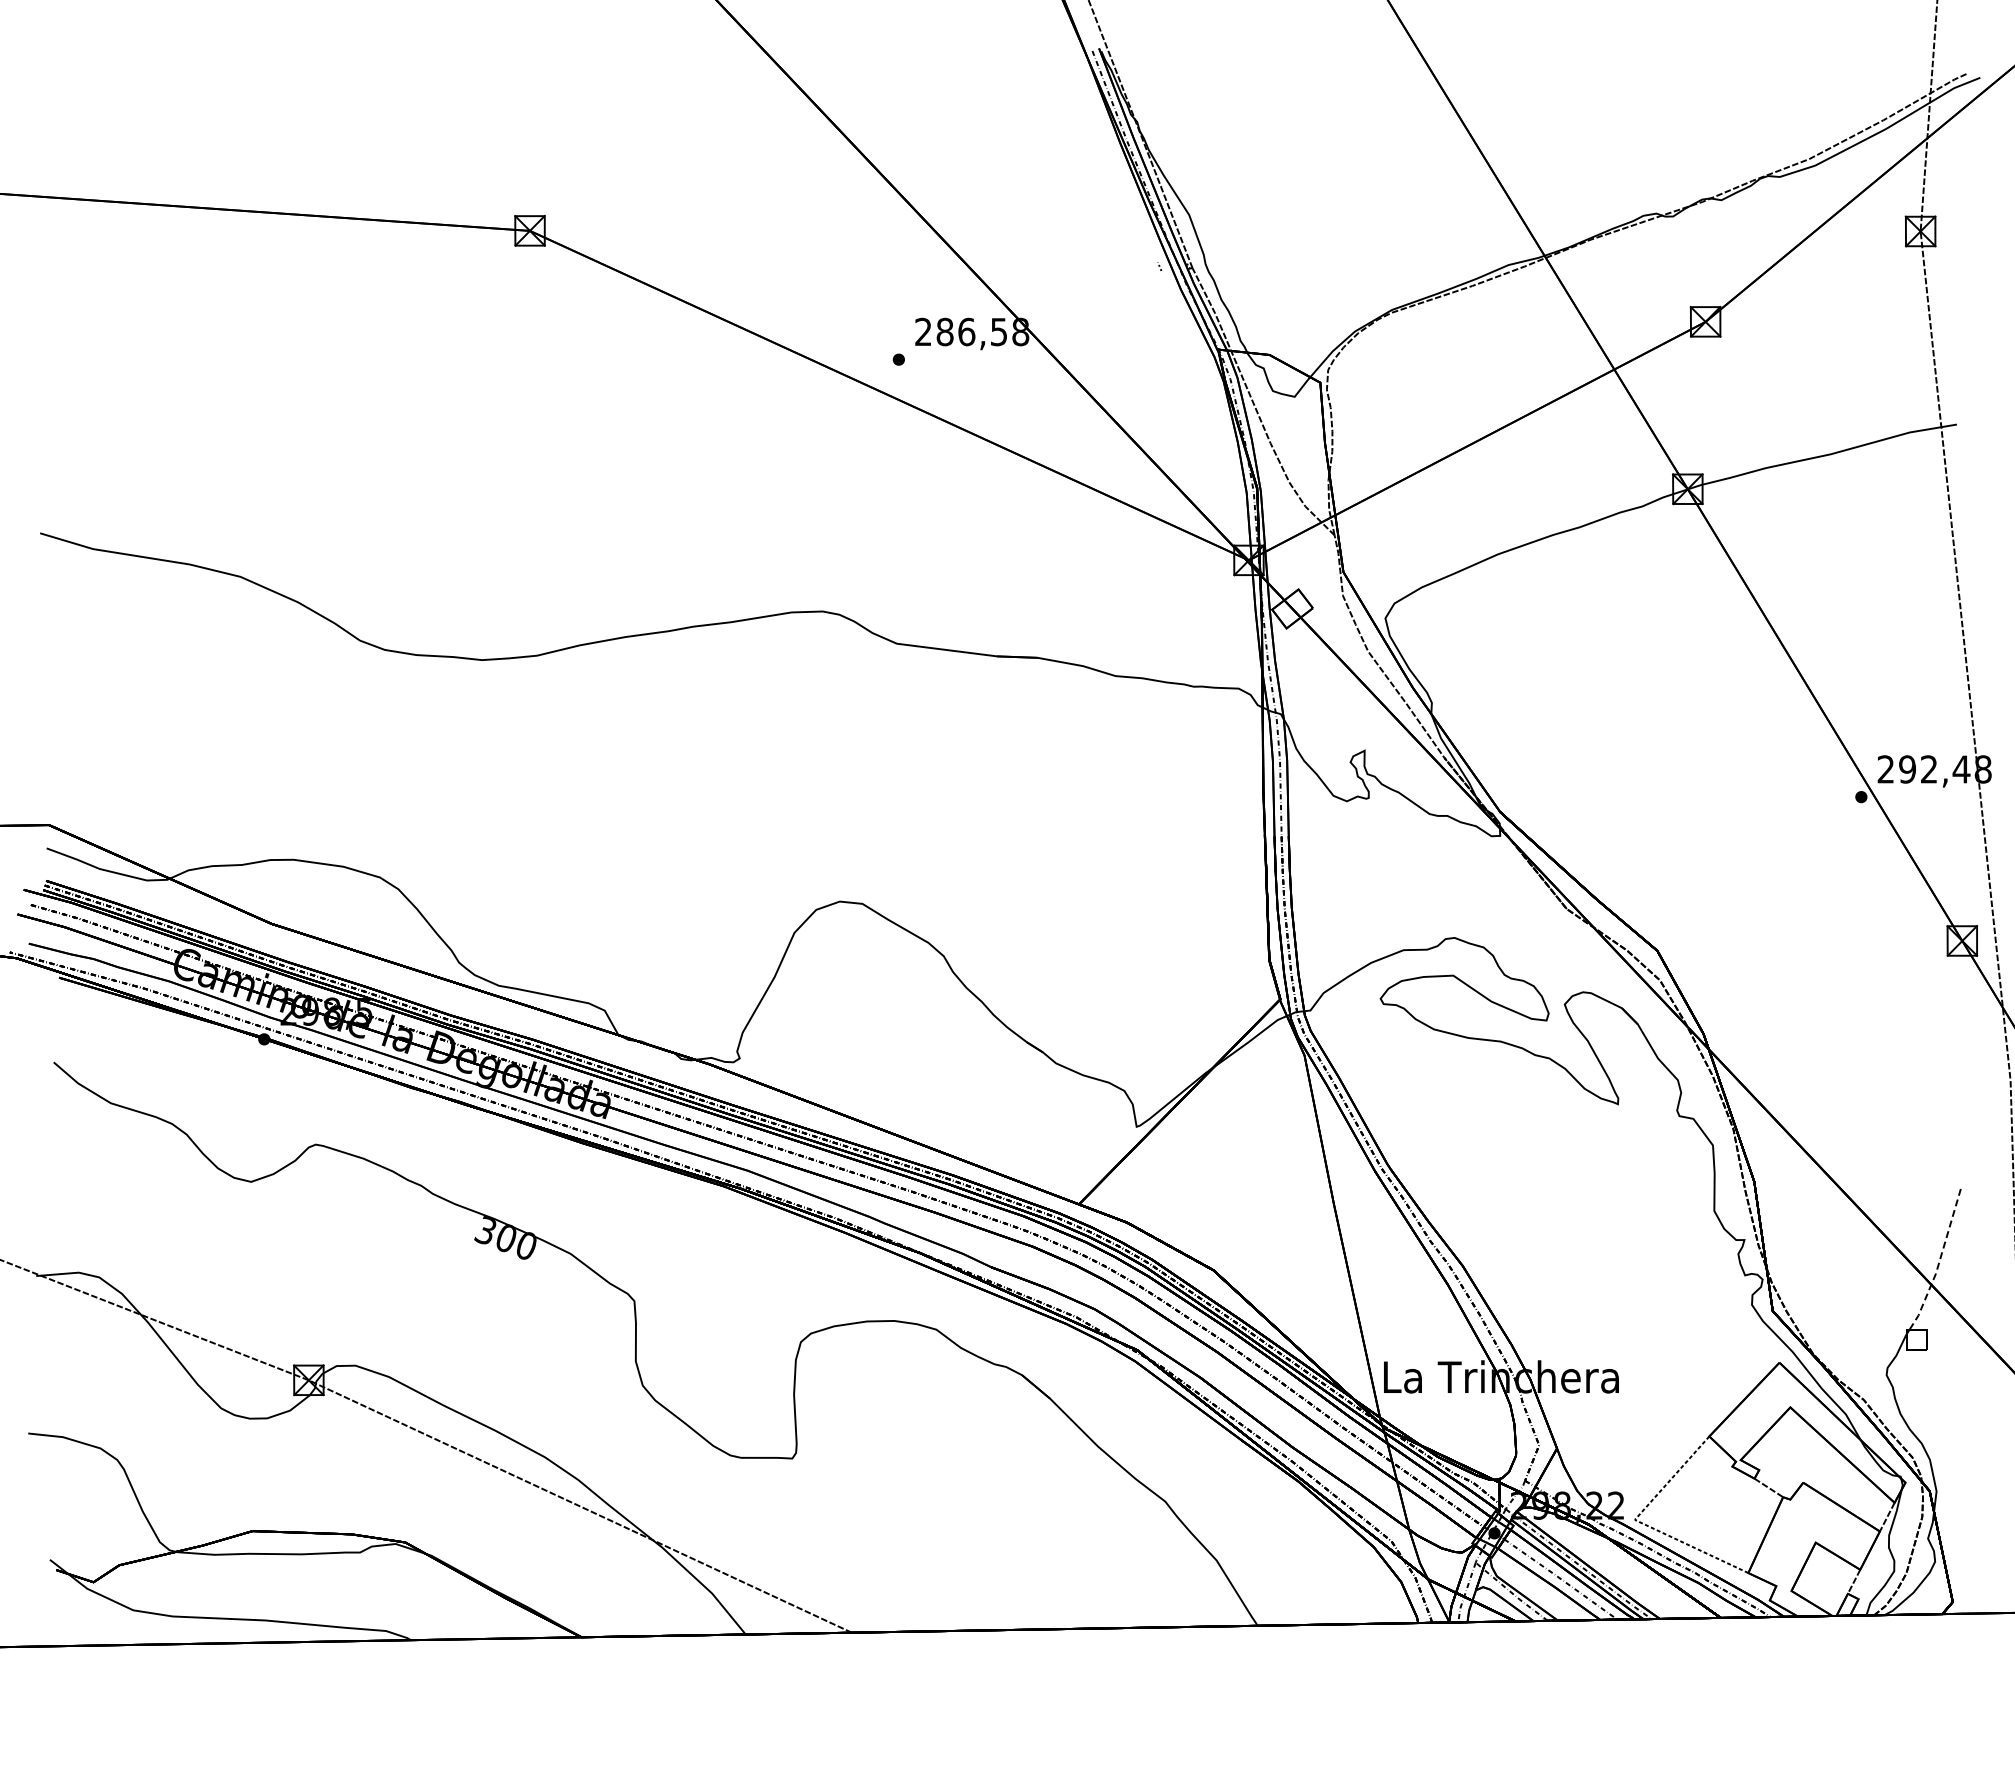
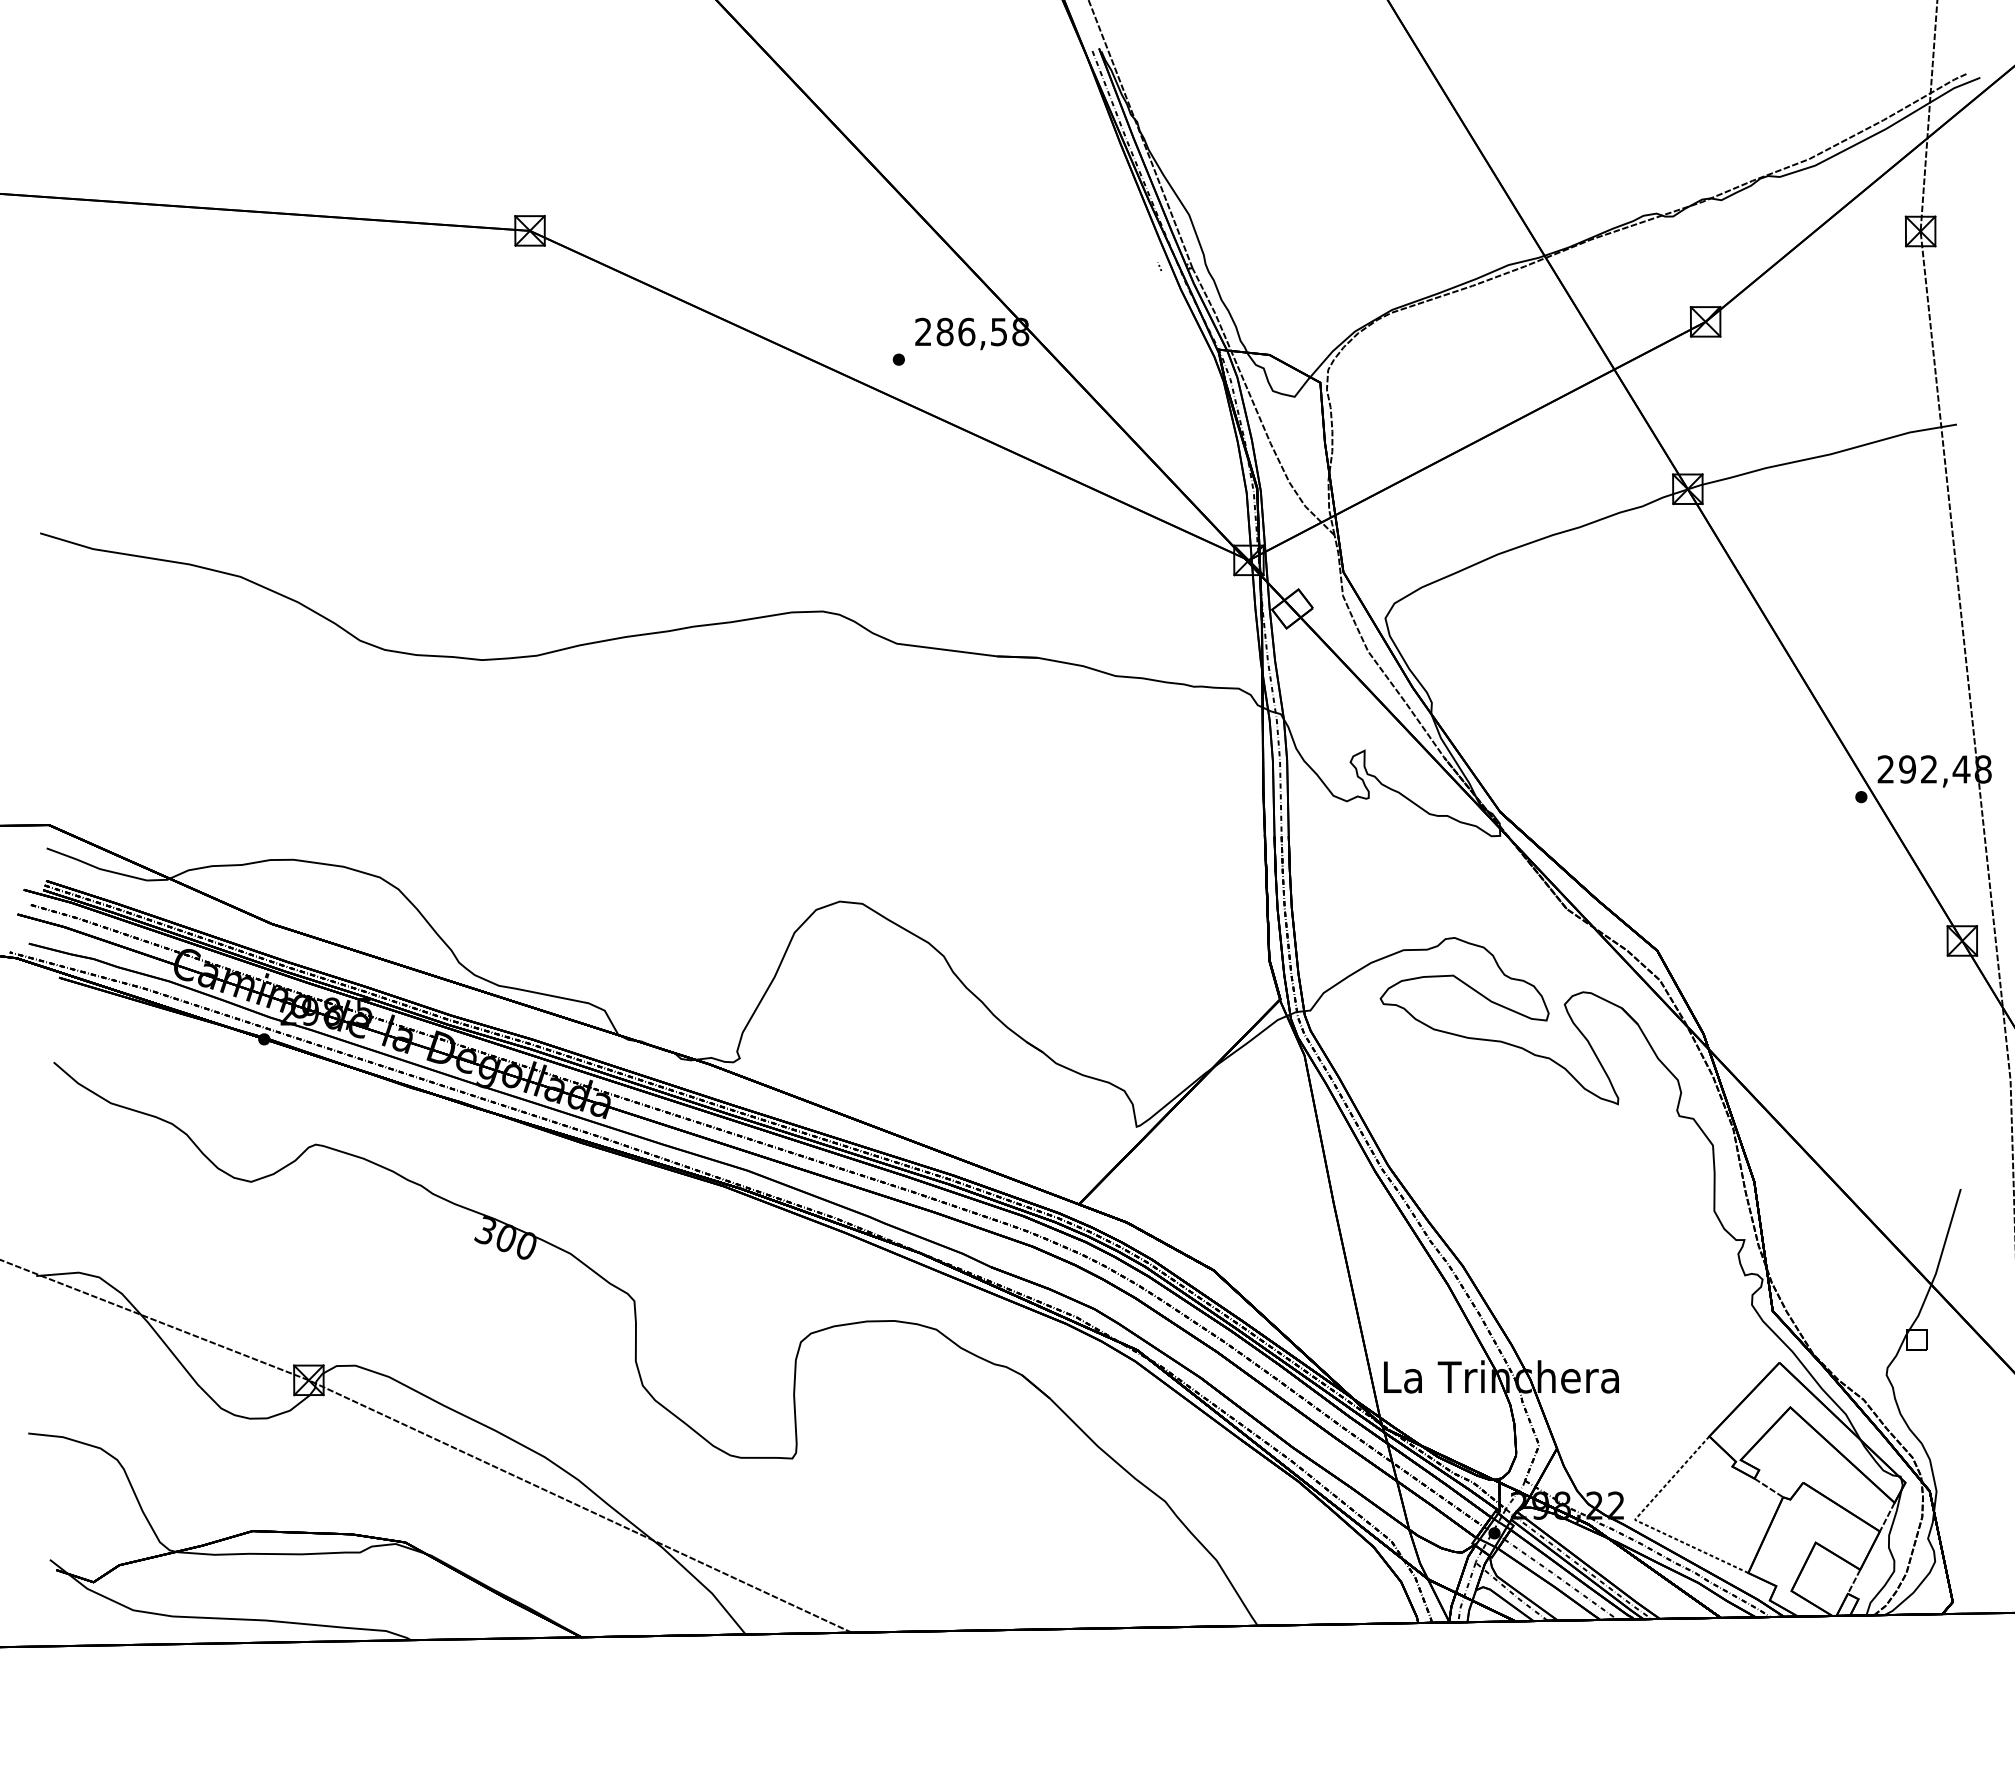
line at (1938, 1263): dashed -> solid
